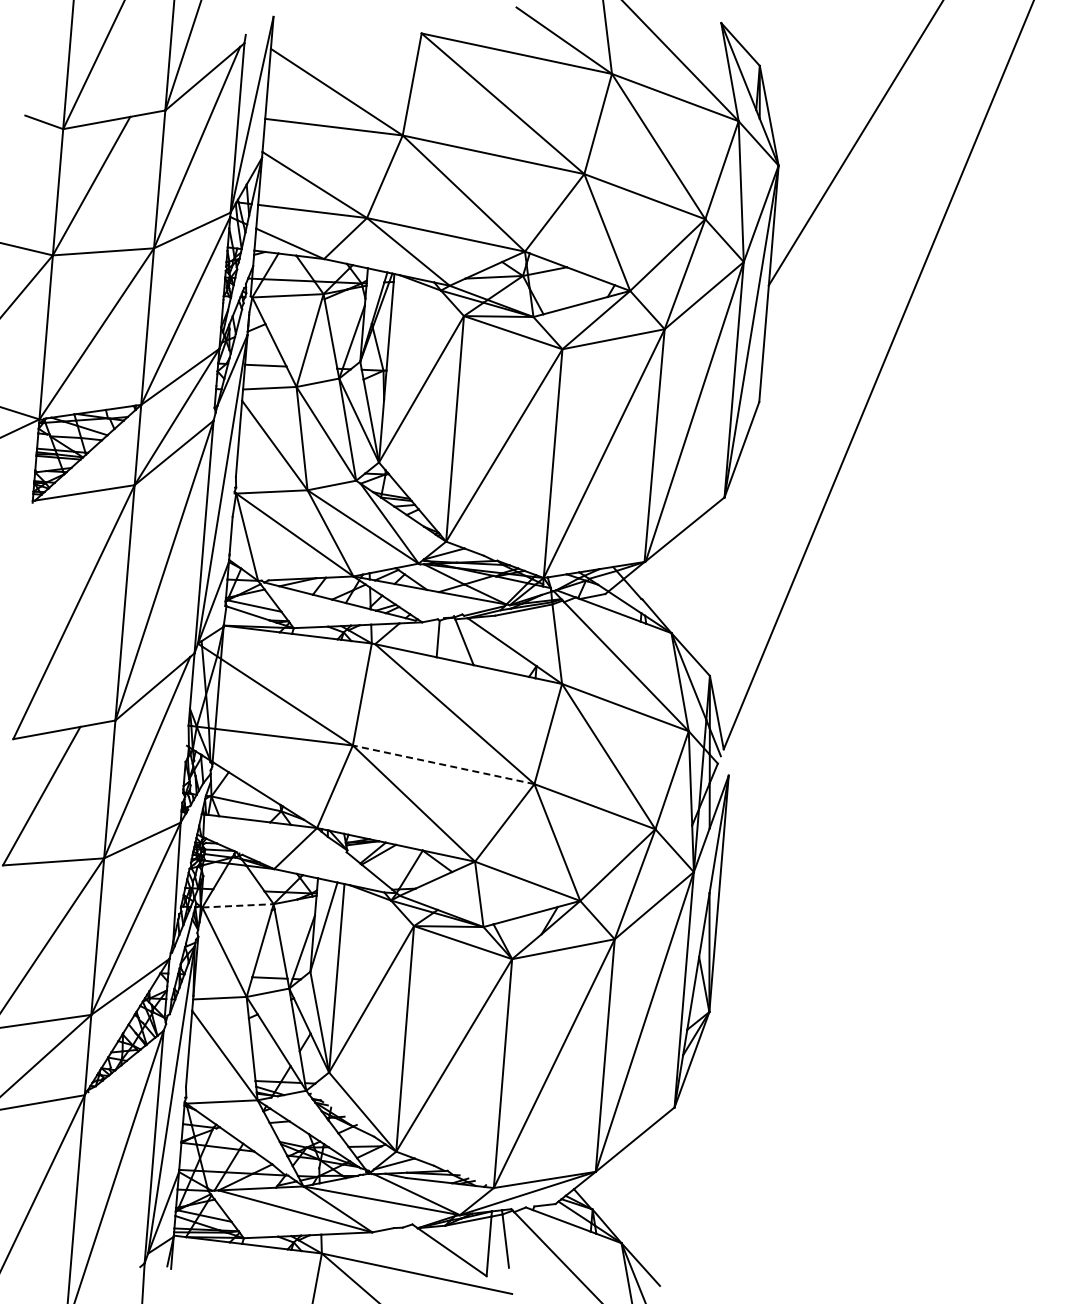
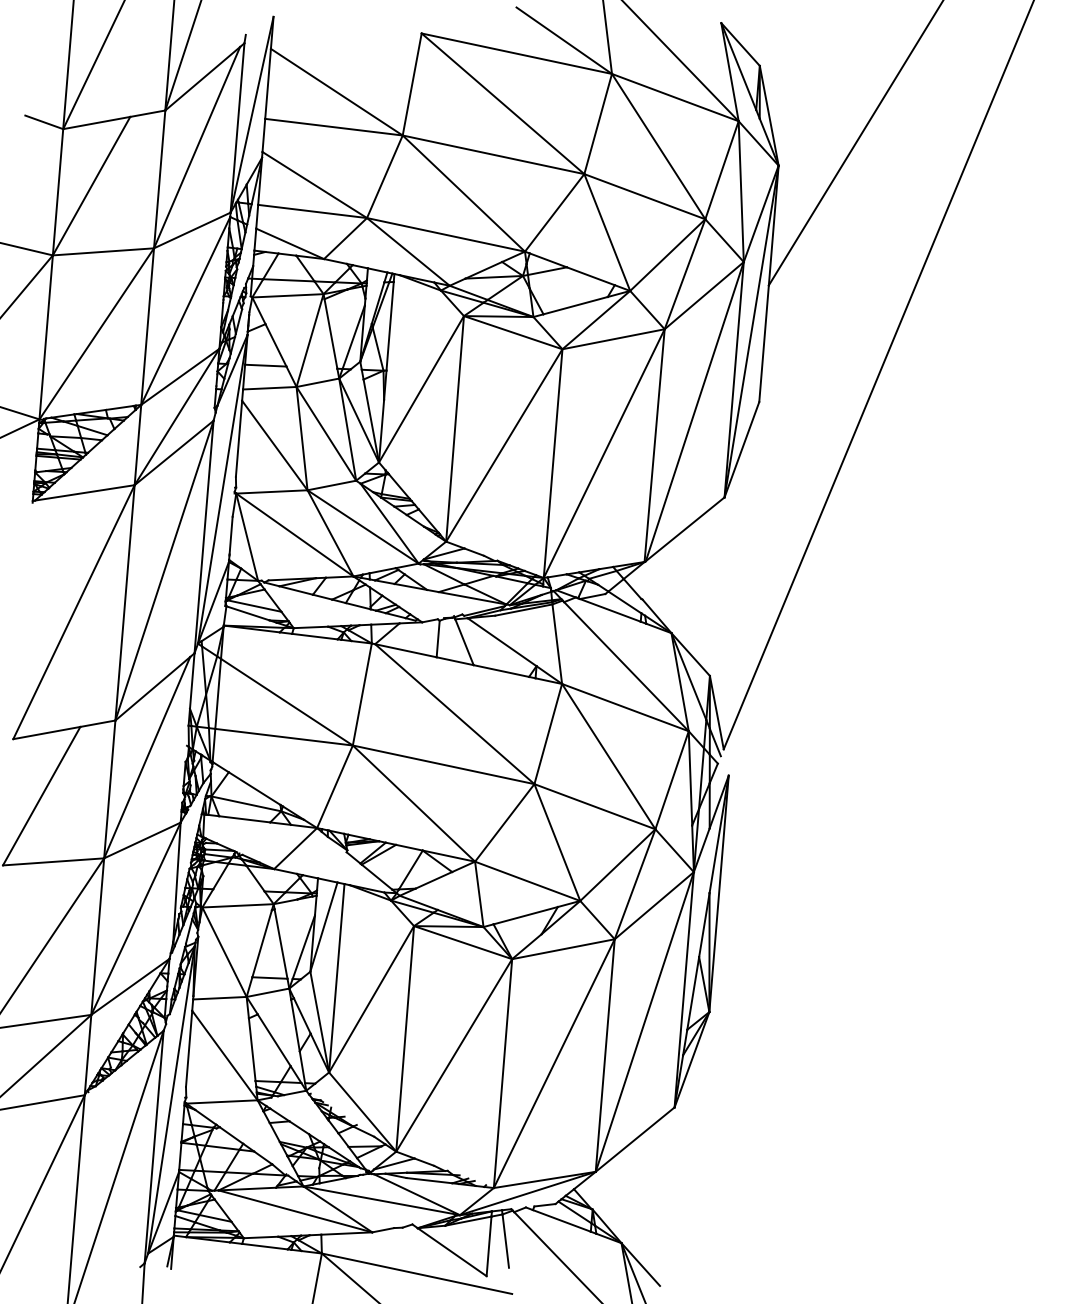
line at (443, 764): dashed -> solid
line at (238, 905): dashed -> solid
